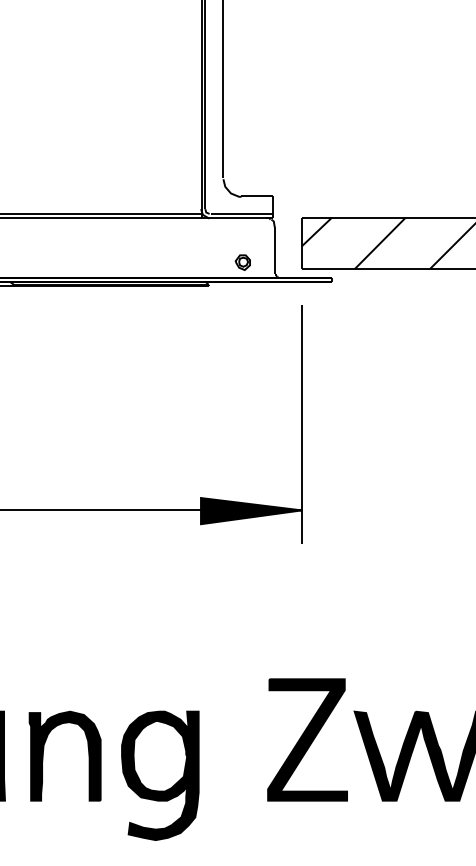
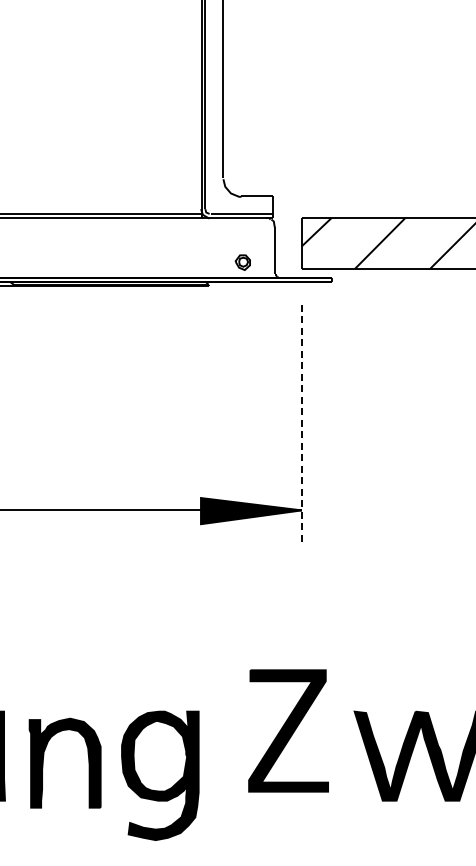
line at (301, 424): solid -> dashed
part at (307, 739) position: (307, 739) -> (288, 730)
part at (44, 749) position: (44, 749) -> (44, 756)
